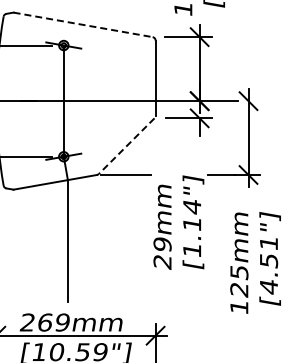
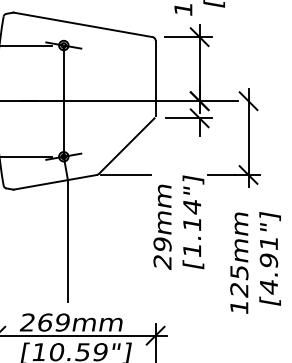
line at (83, 24): dashed -> solid
line at (126, 146): dashed -> solid
text at (268, 260): [4.51"] -> [4.91"]
